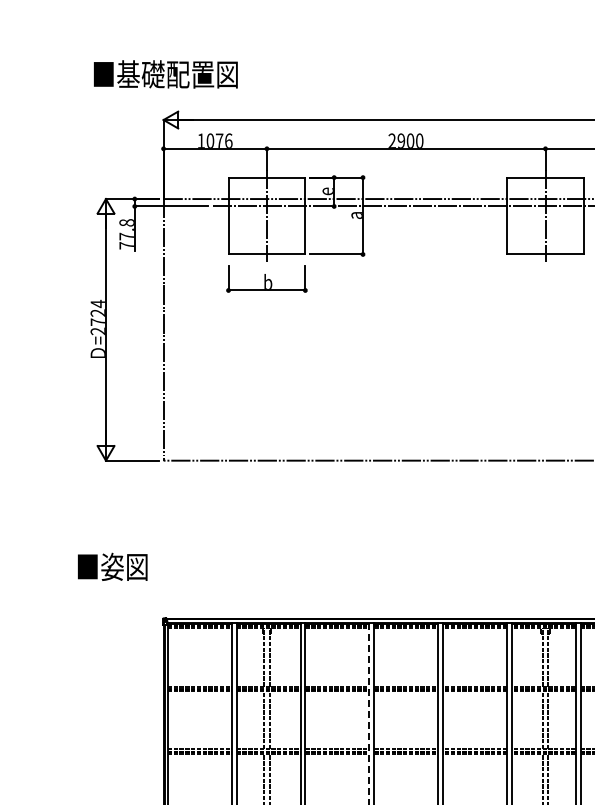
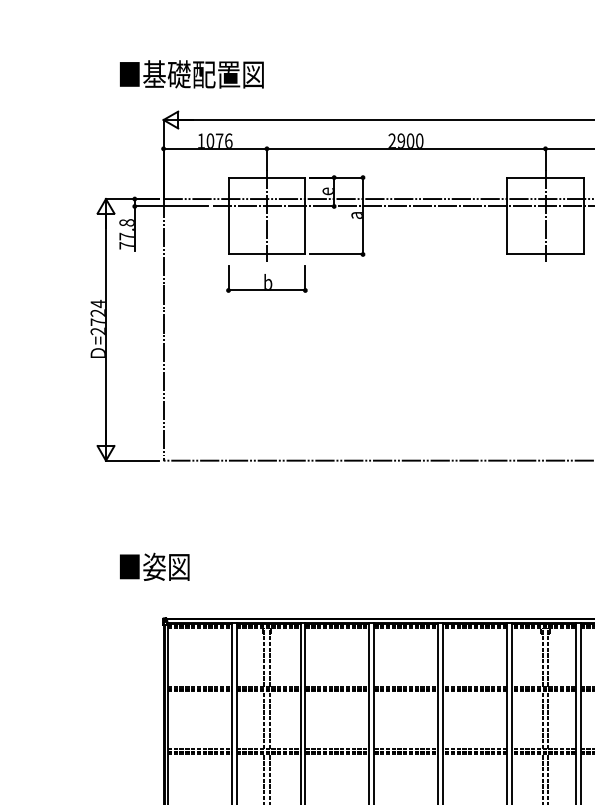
text at (165, 74) position: (165, 74) -> (191, 74)
text at (112, 566) position: (112, 566) -> (154, 566)
line at (369, 713): dashed -> solid
